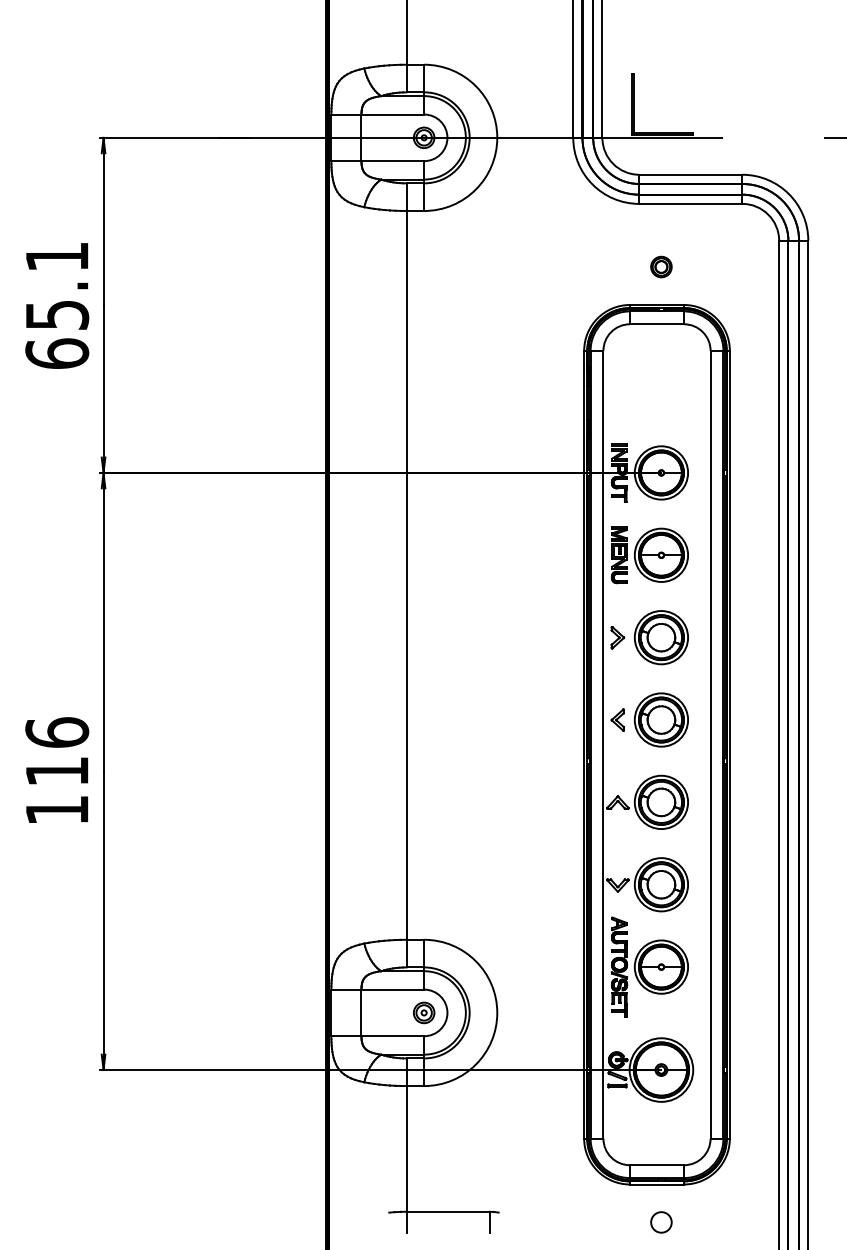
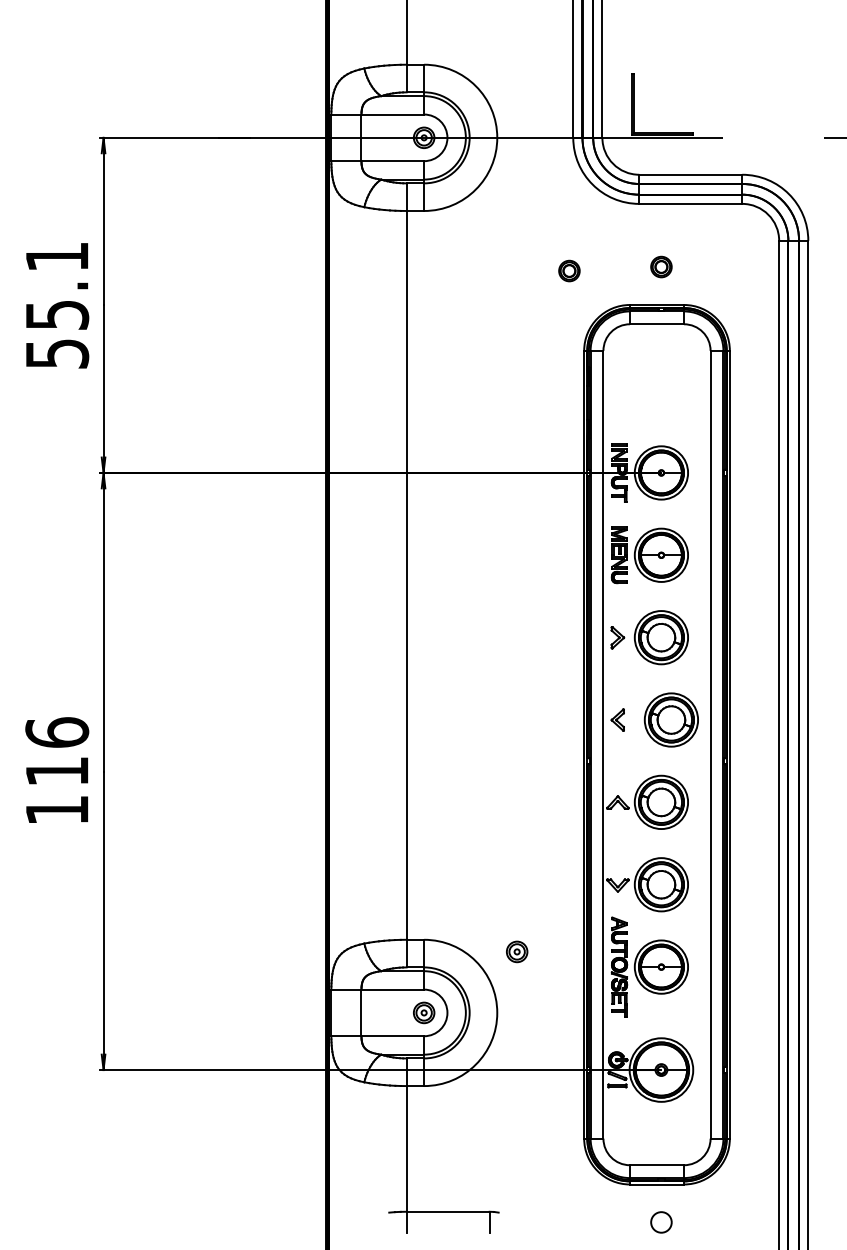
part at (569, 270): none -> present
text at (57, 353): 65.1 -> 55.1
part at (660, 719) position: (660, 719) -> (670, 719)
part at (517, 951): none -> present
